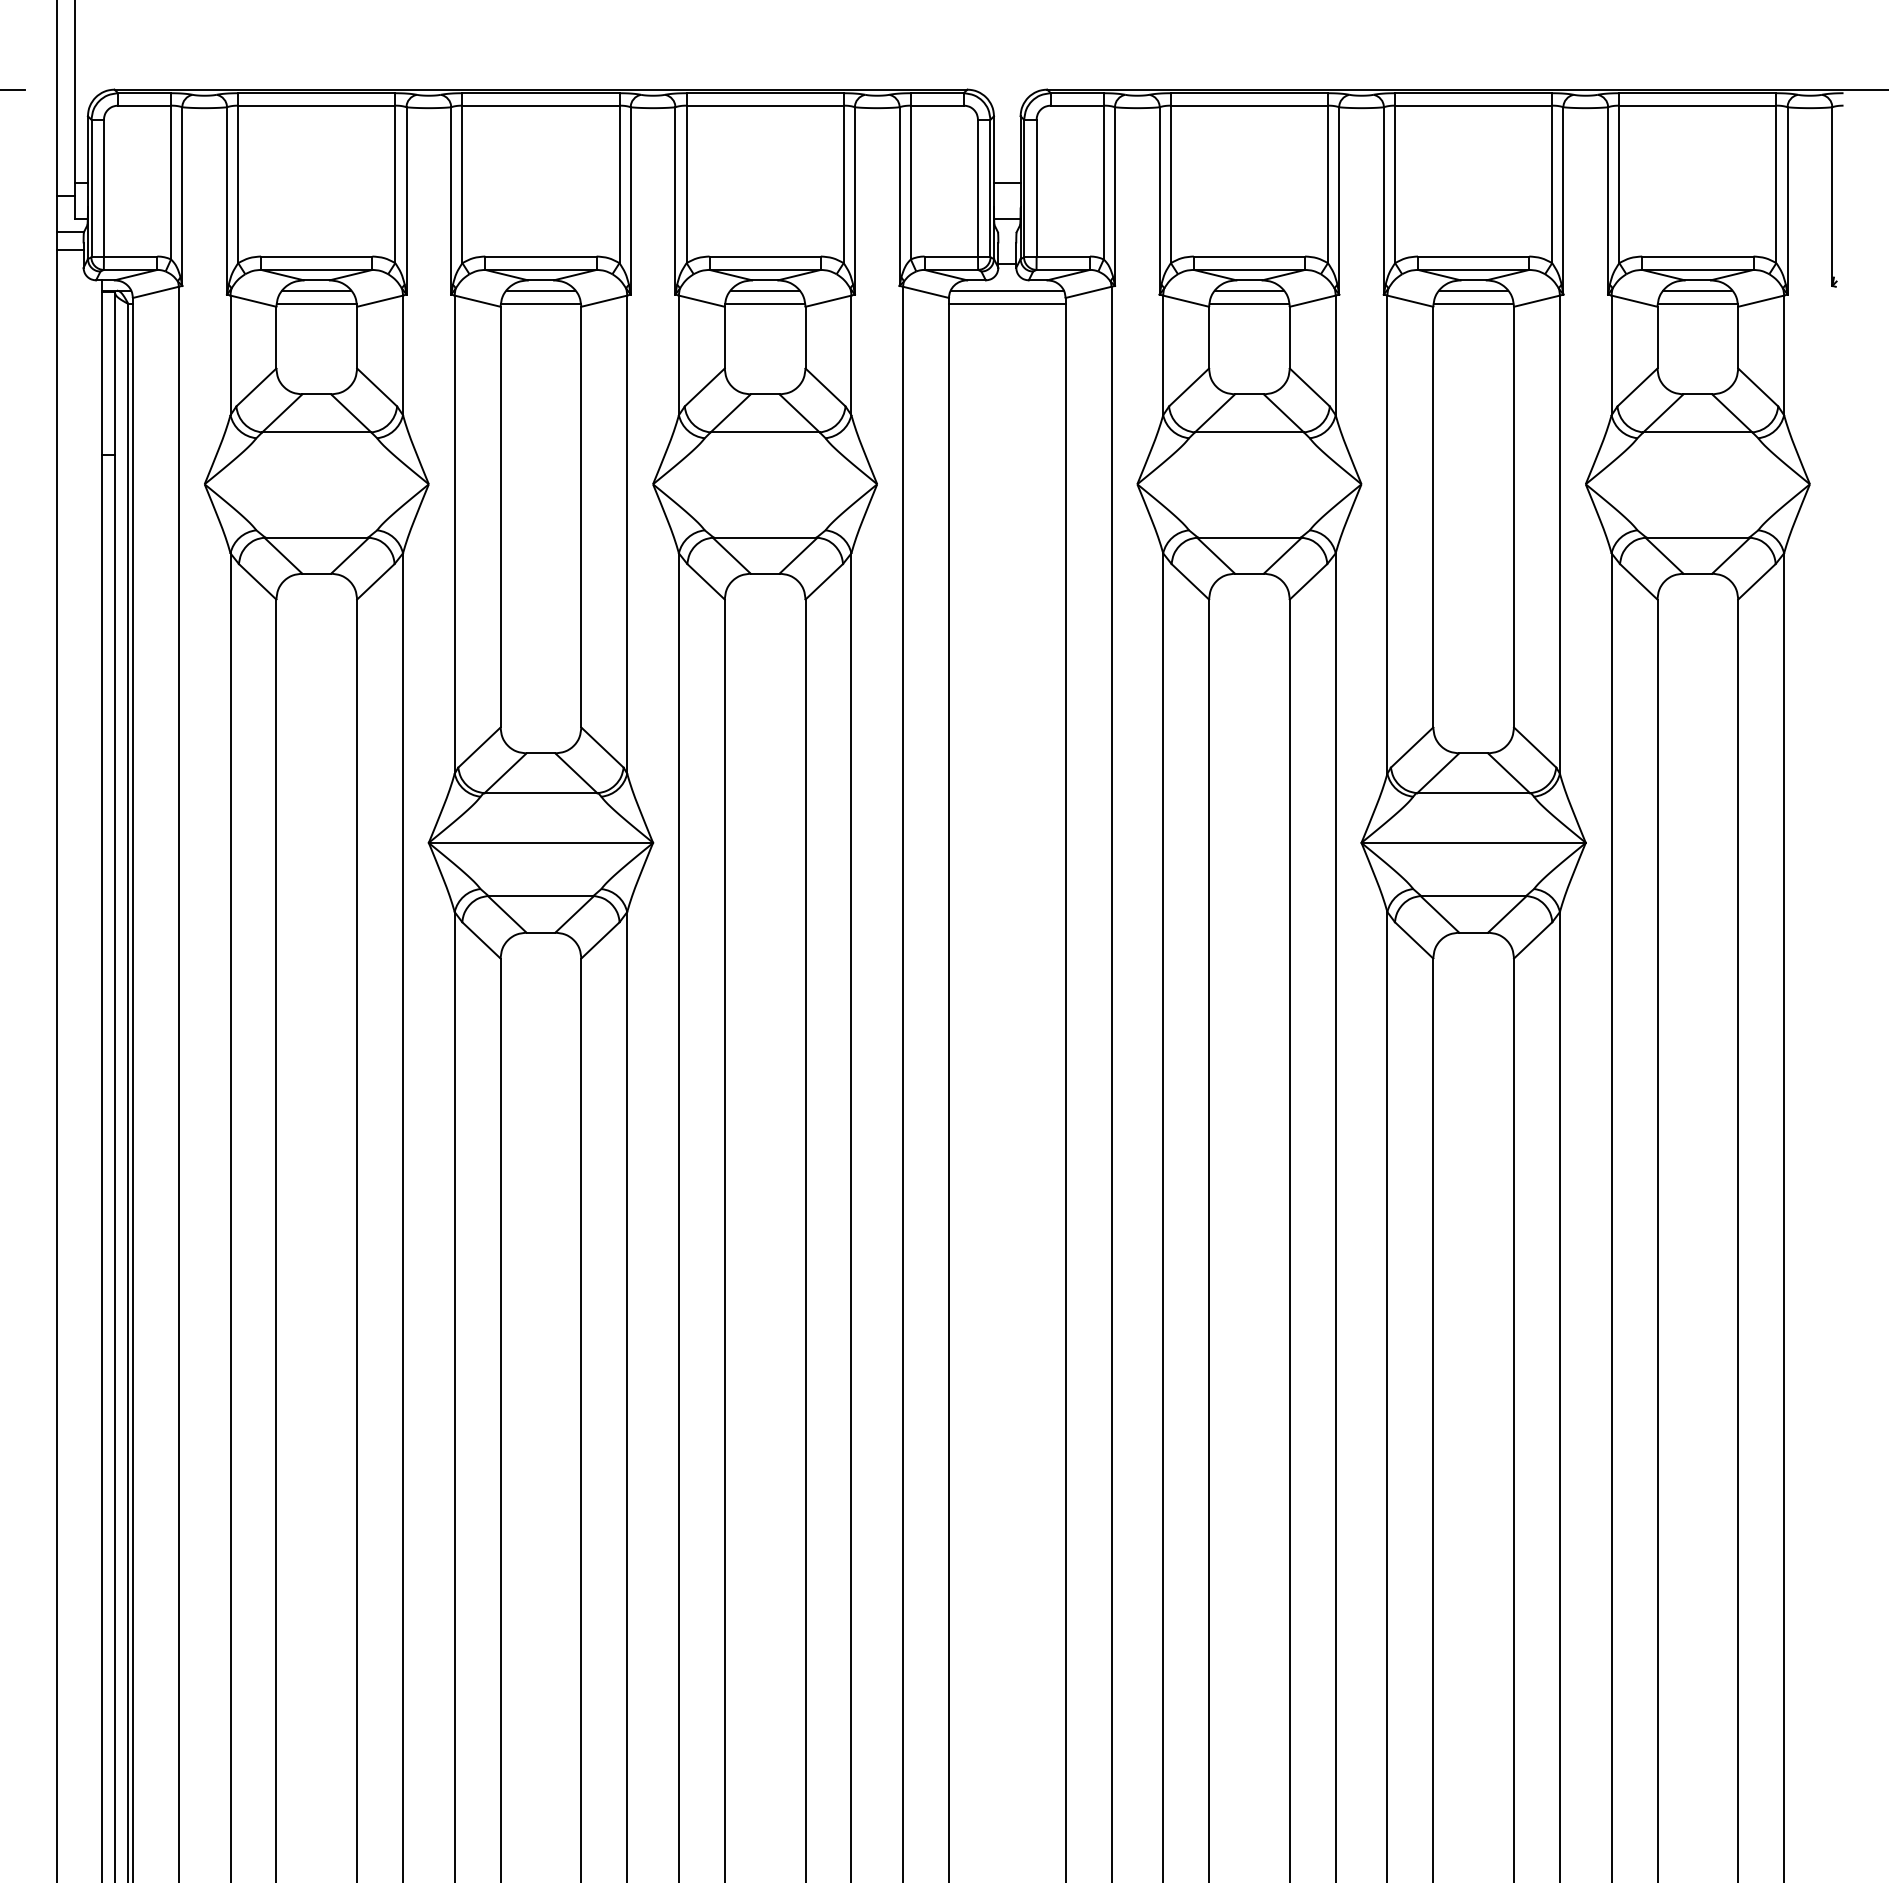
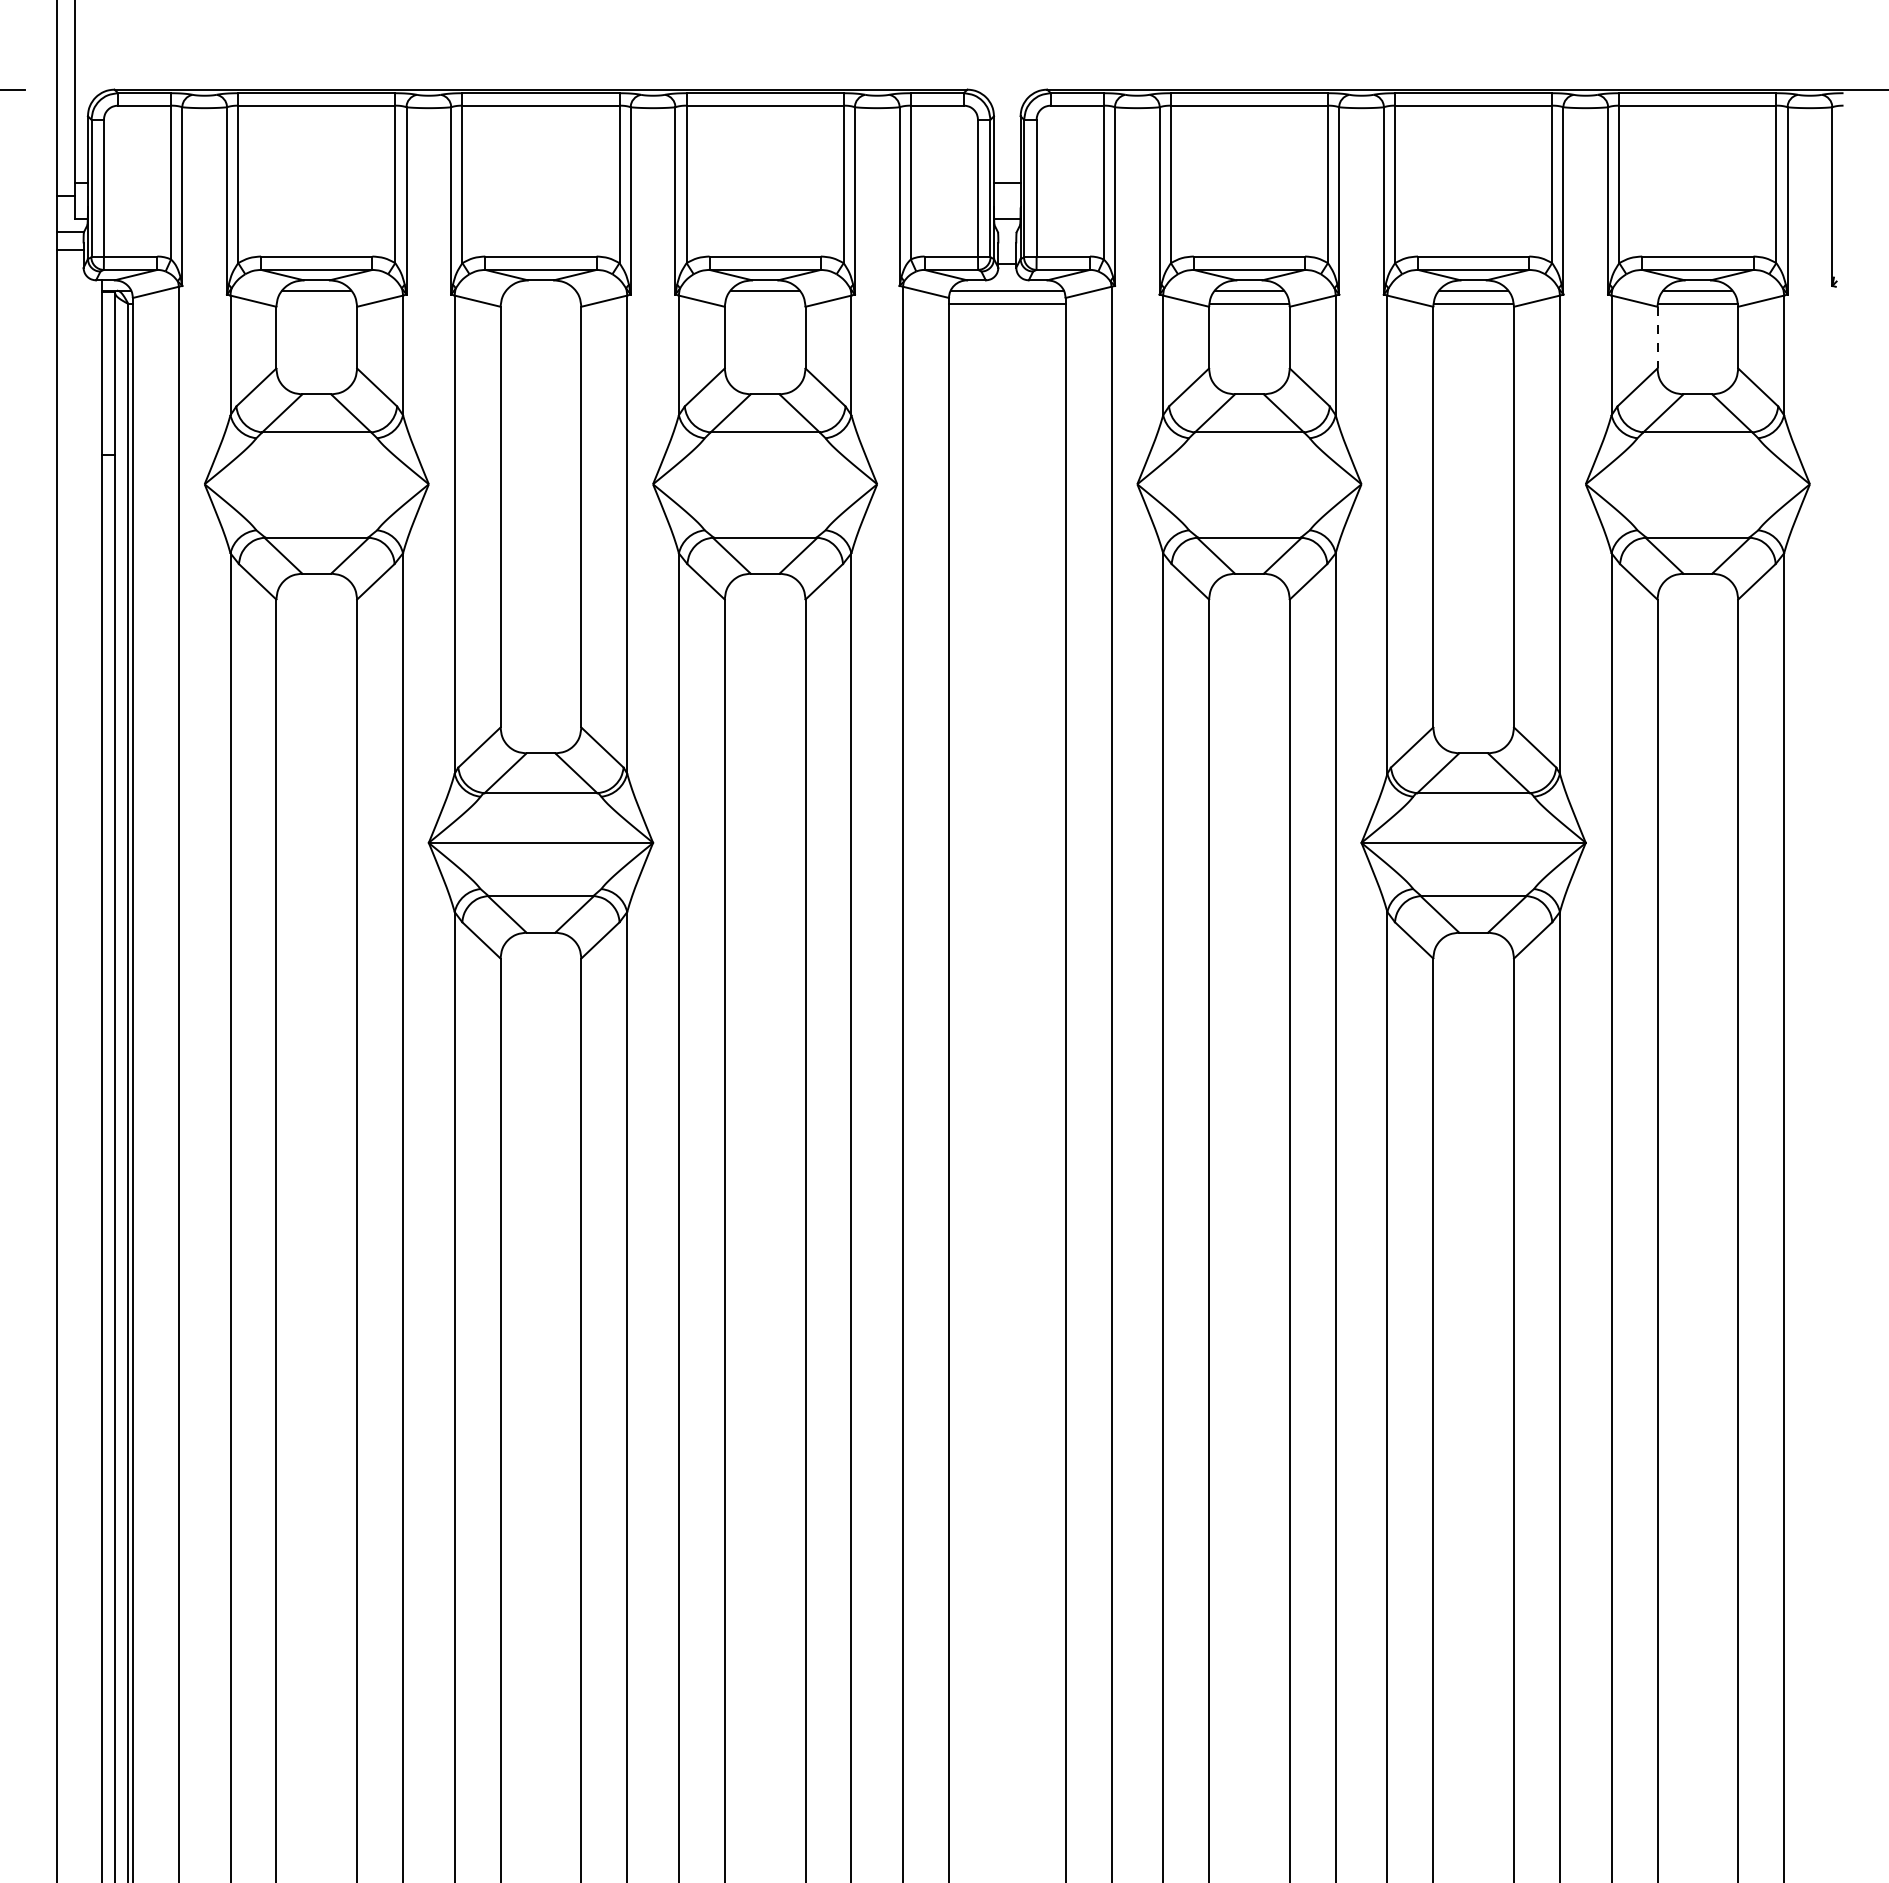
line at (540, 290): present -> none
line at (316, 303): present -> none
line at (540, 303): present -> none
line at (764, 303): present -> none
line at (1657, 337): solid -> dashed
